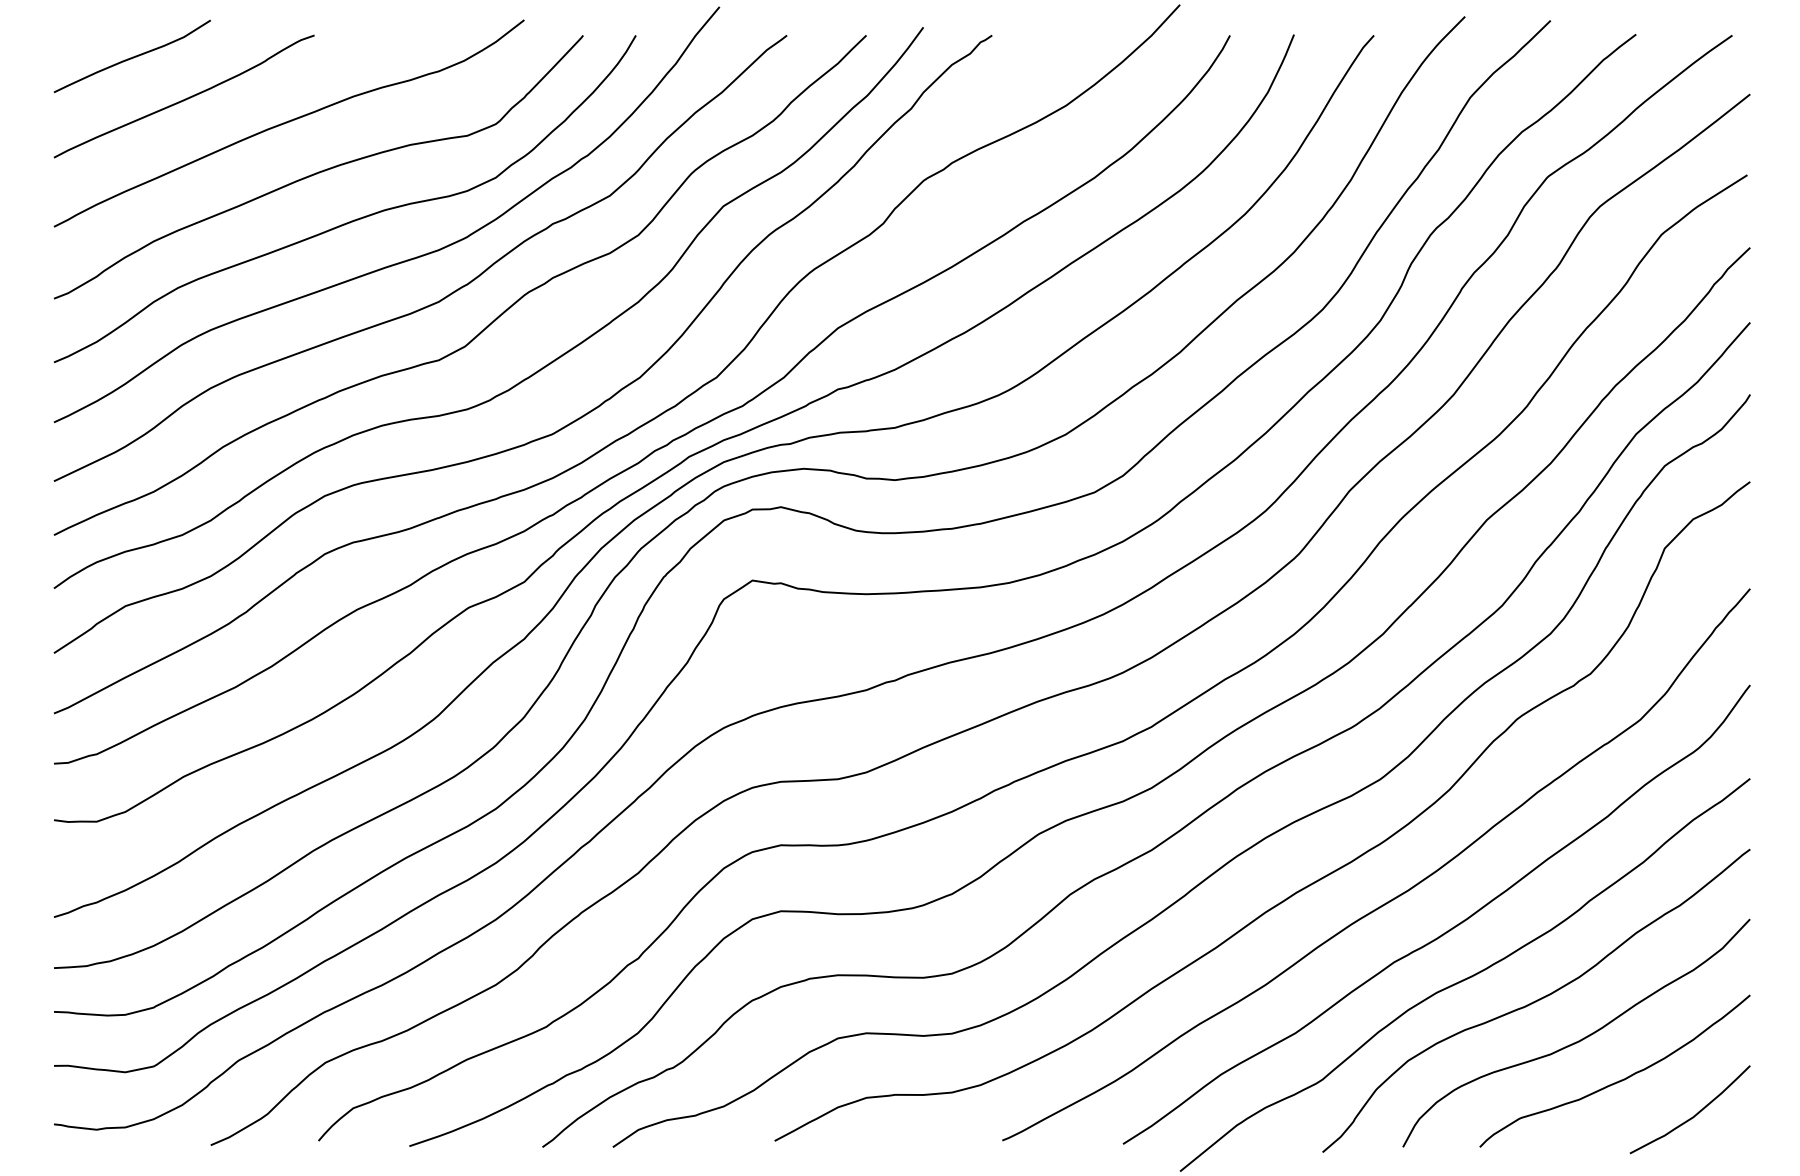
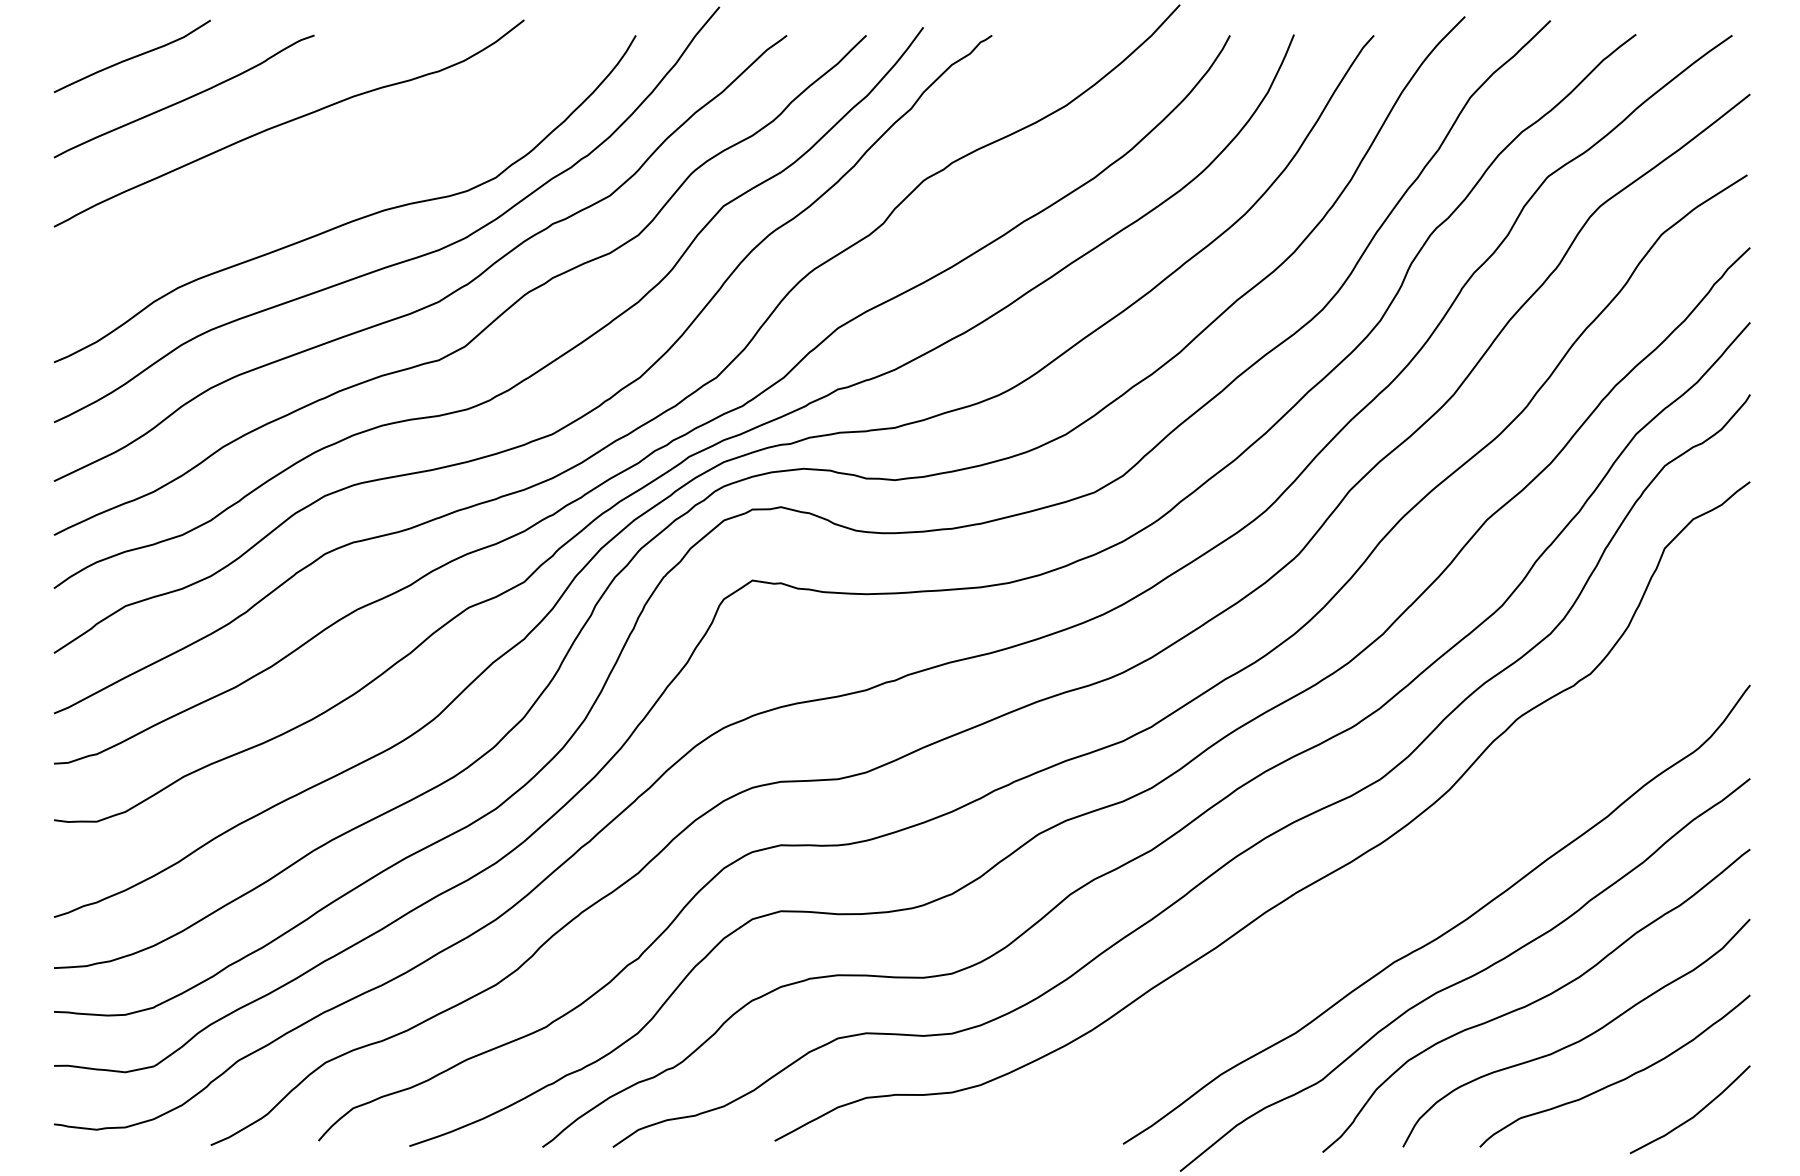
curve at (318, 171): present -> none
curve at (1397, 895): present -> none
